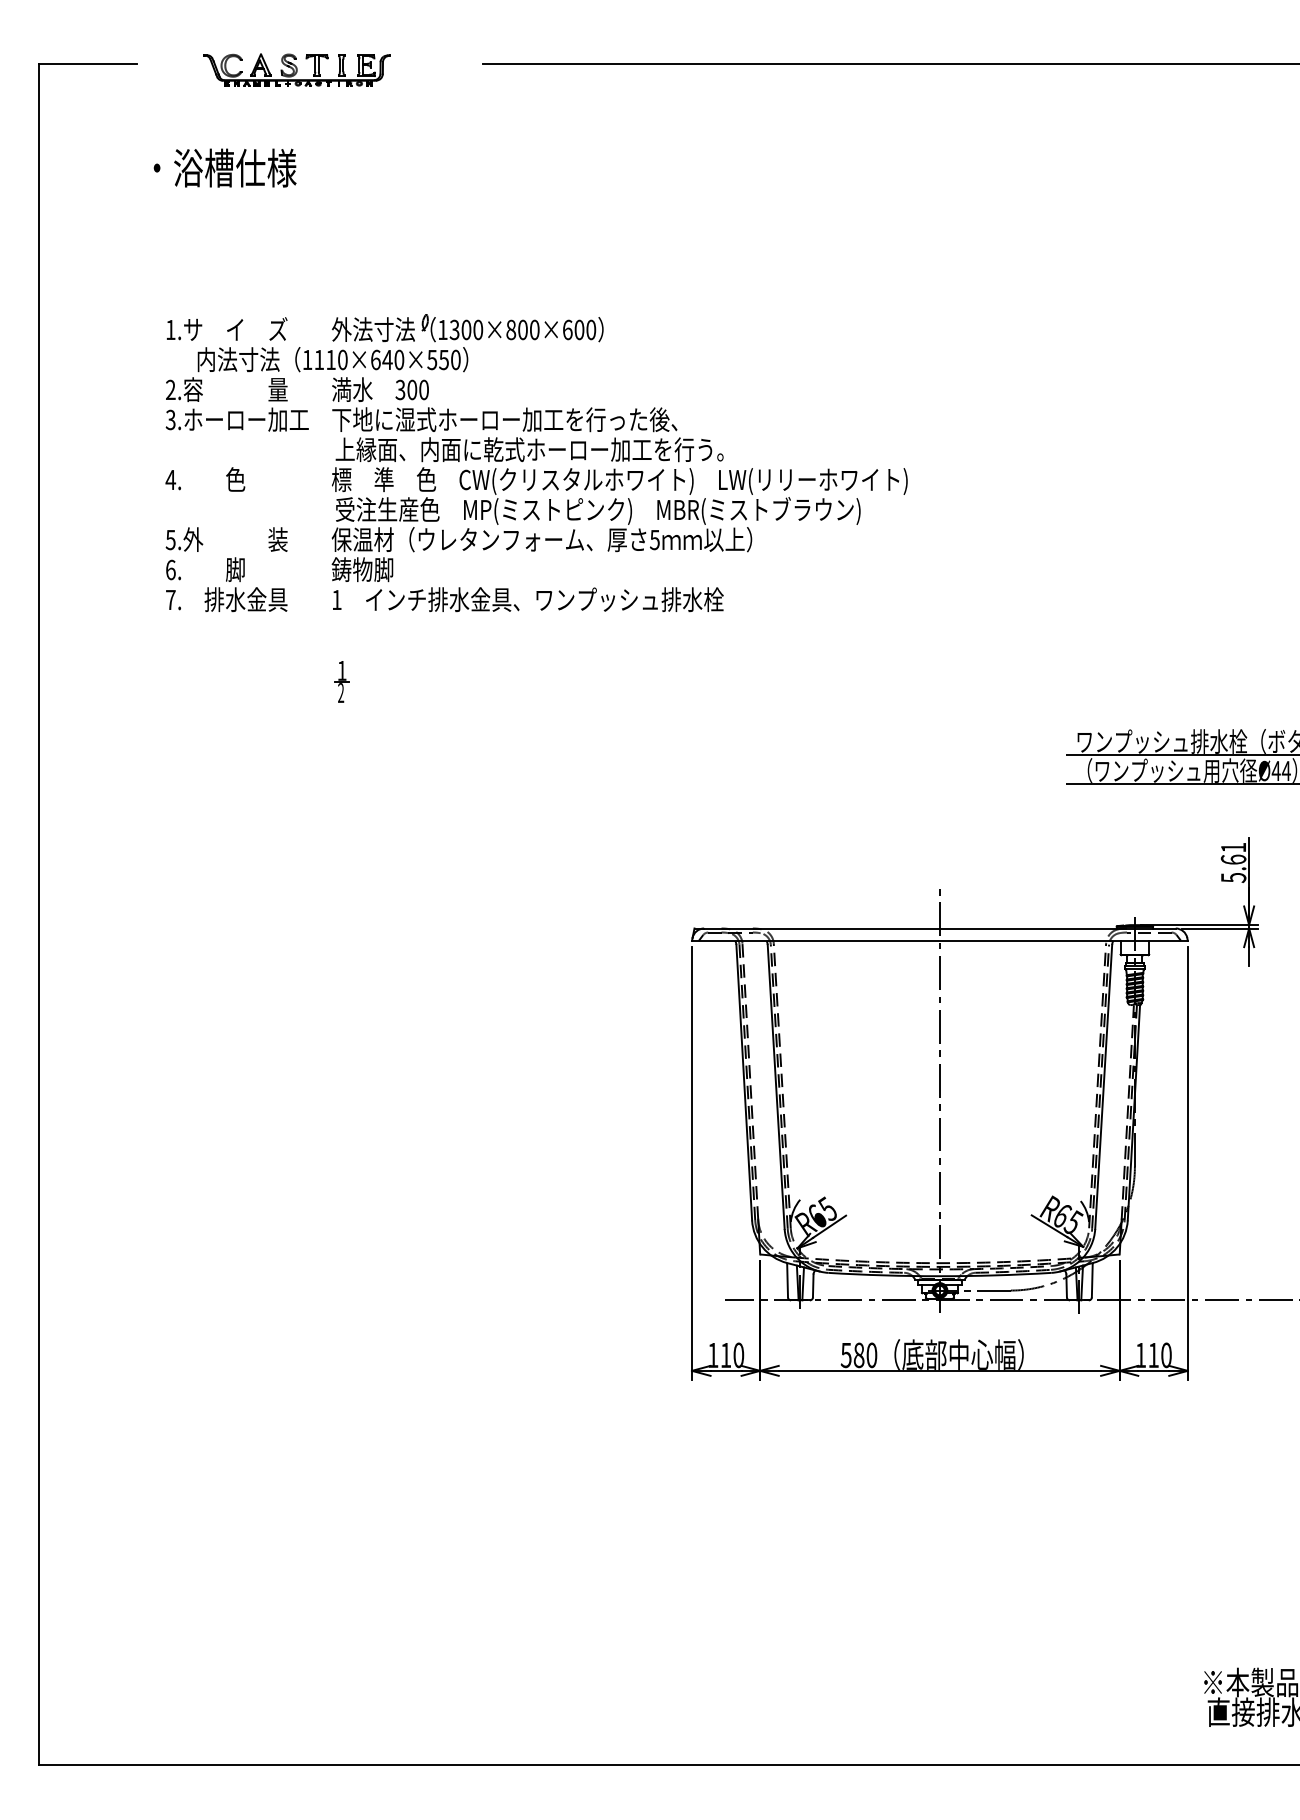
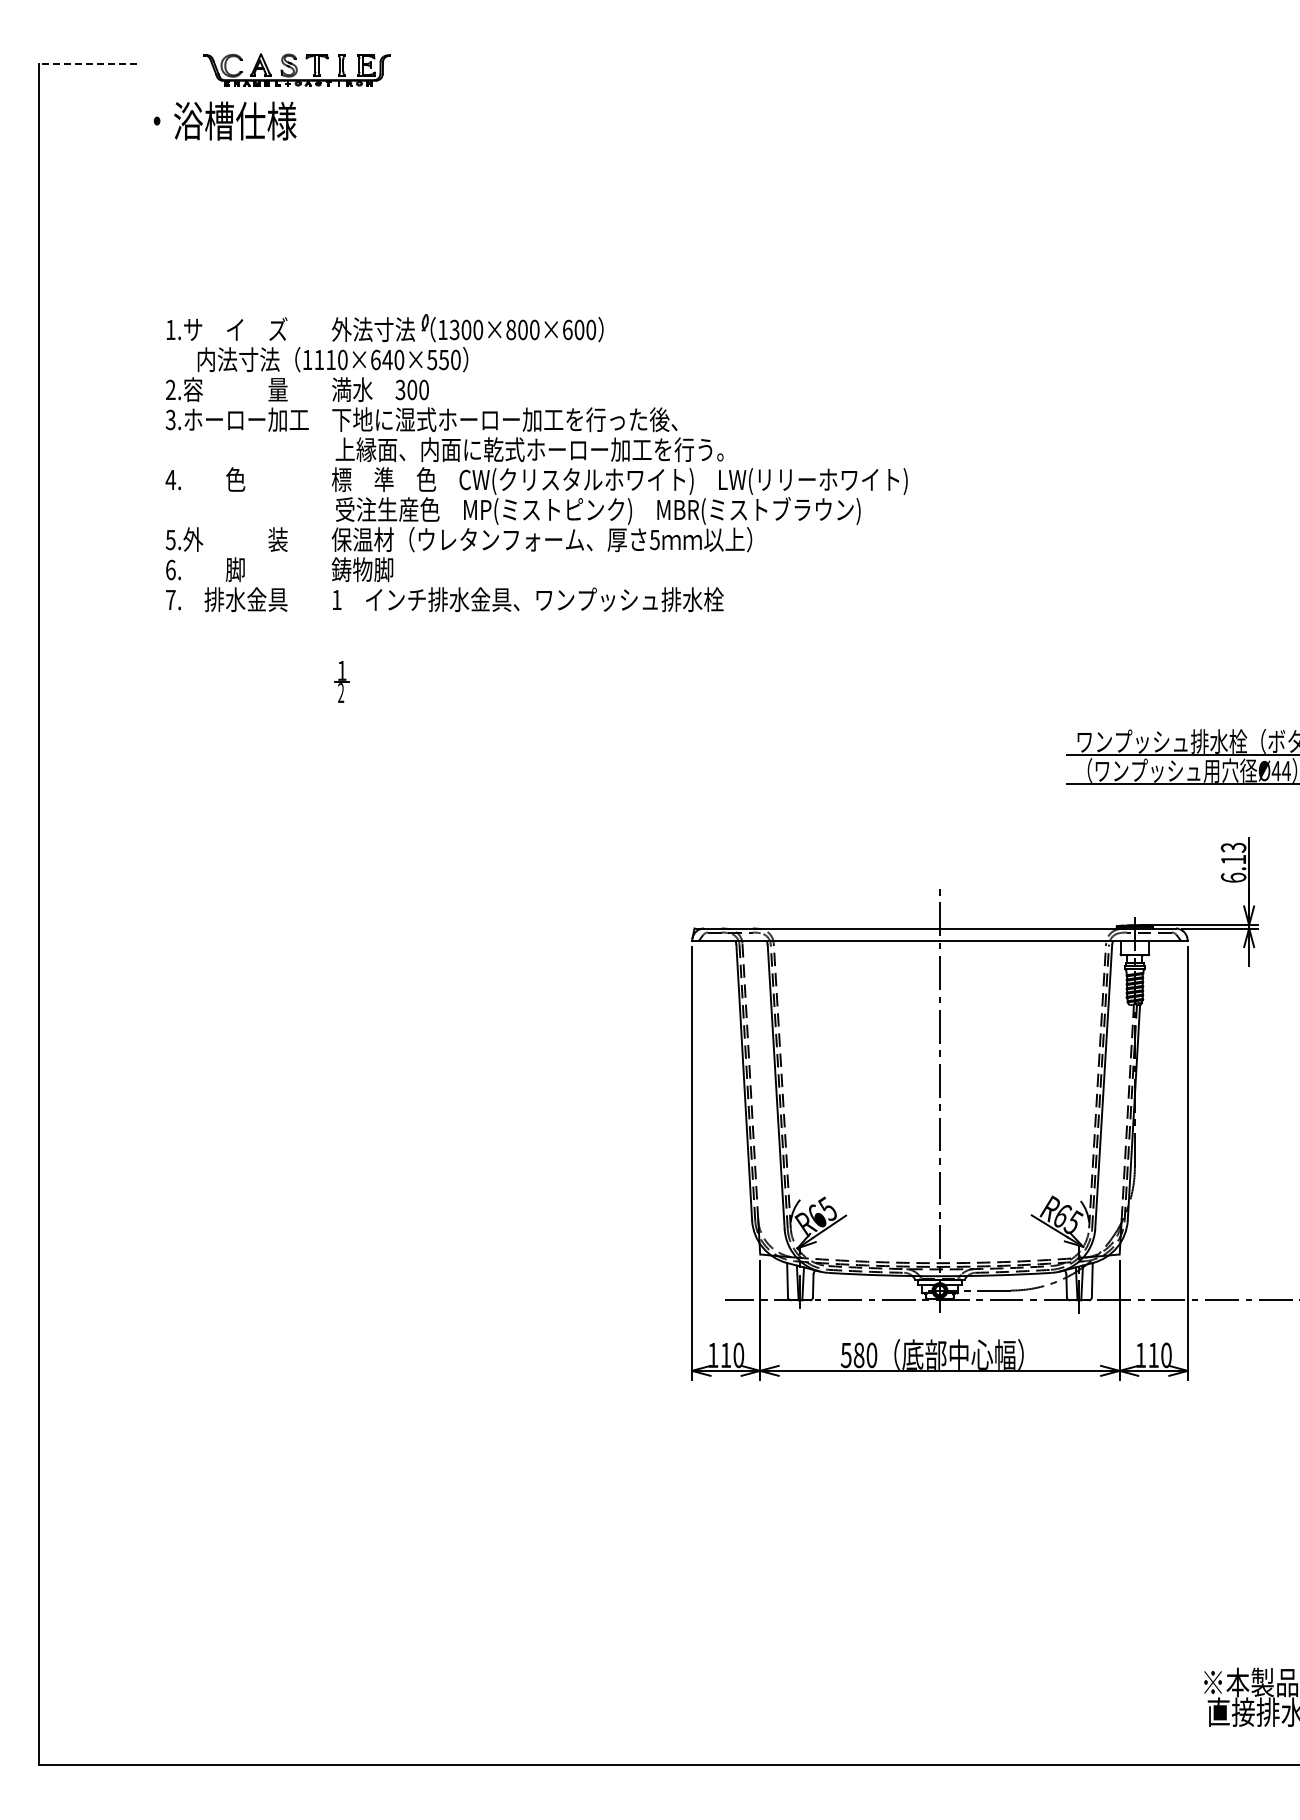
line at (87, 63): solid -> dashed
line at (889, 63): present -> none
text at (224, 167) position: (224, 167) -> (224, 120)
text at (1233, 862): 5.61 -> 6.13
